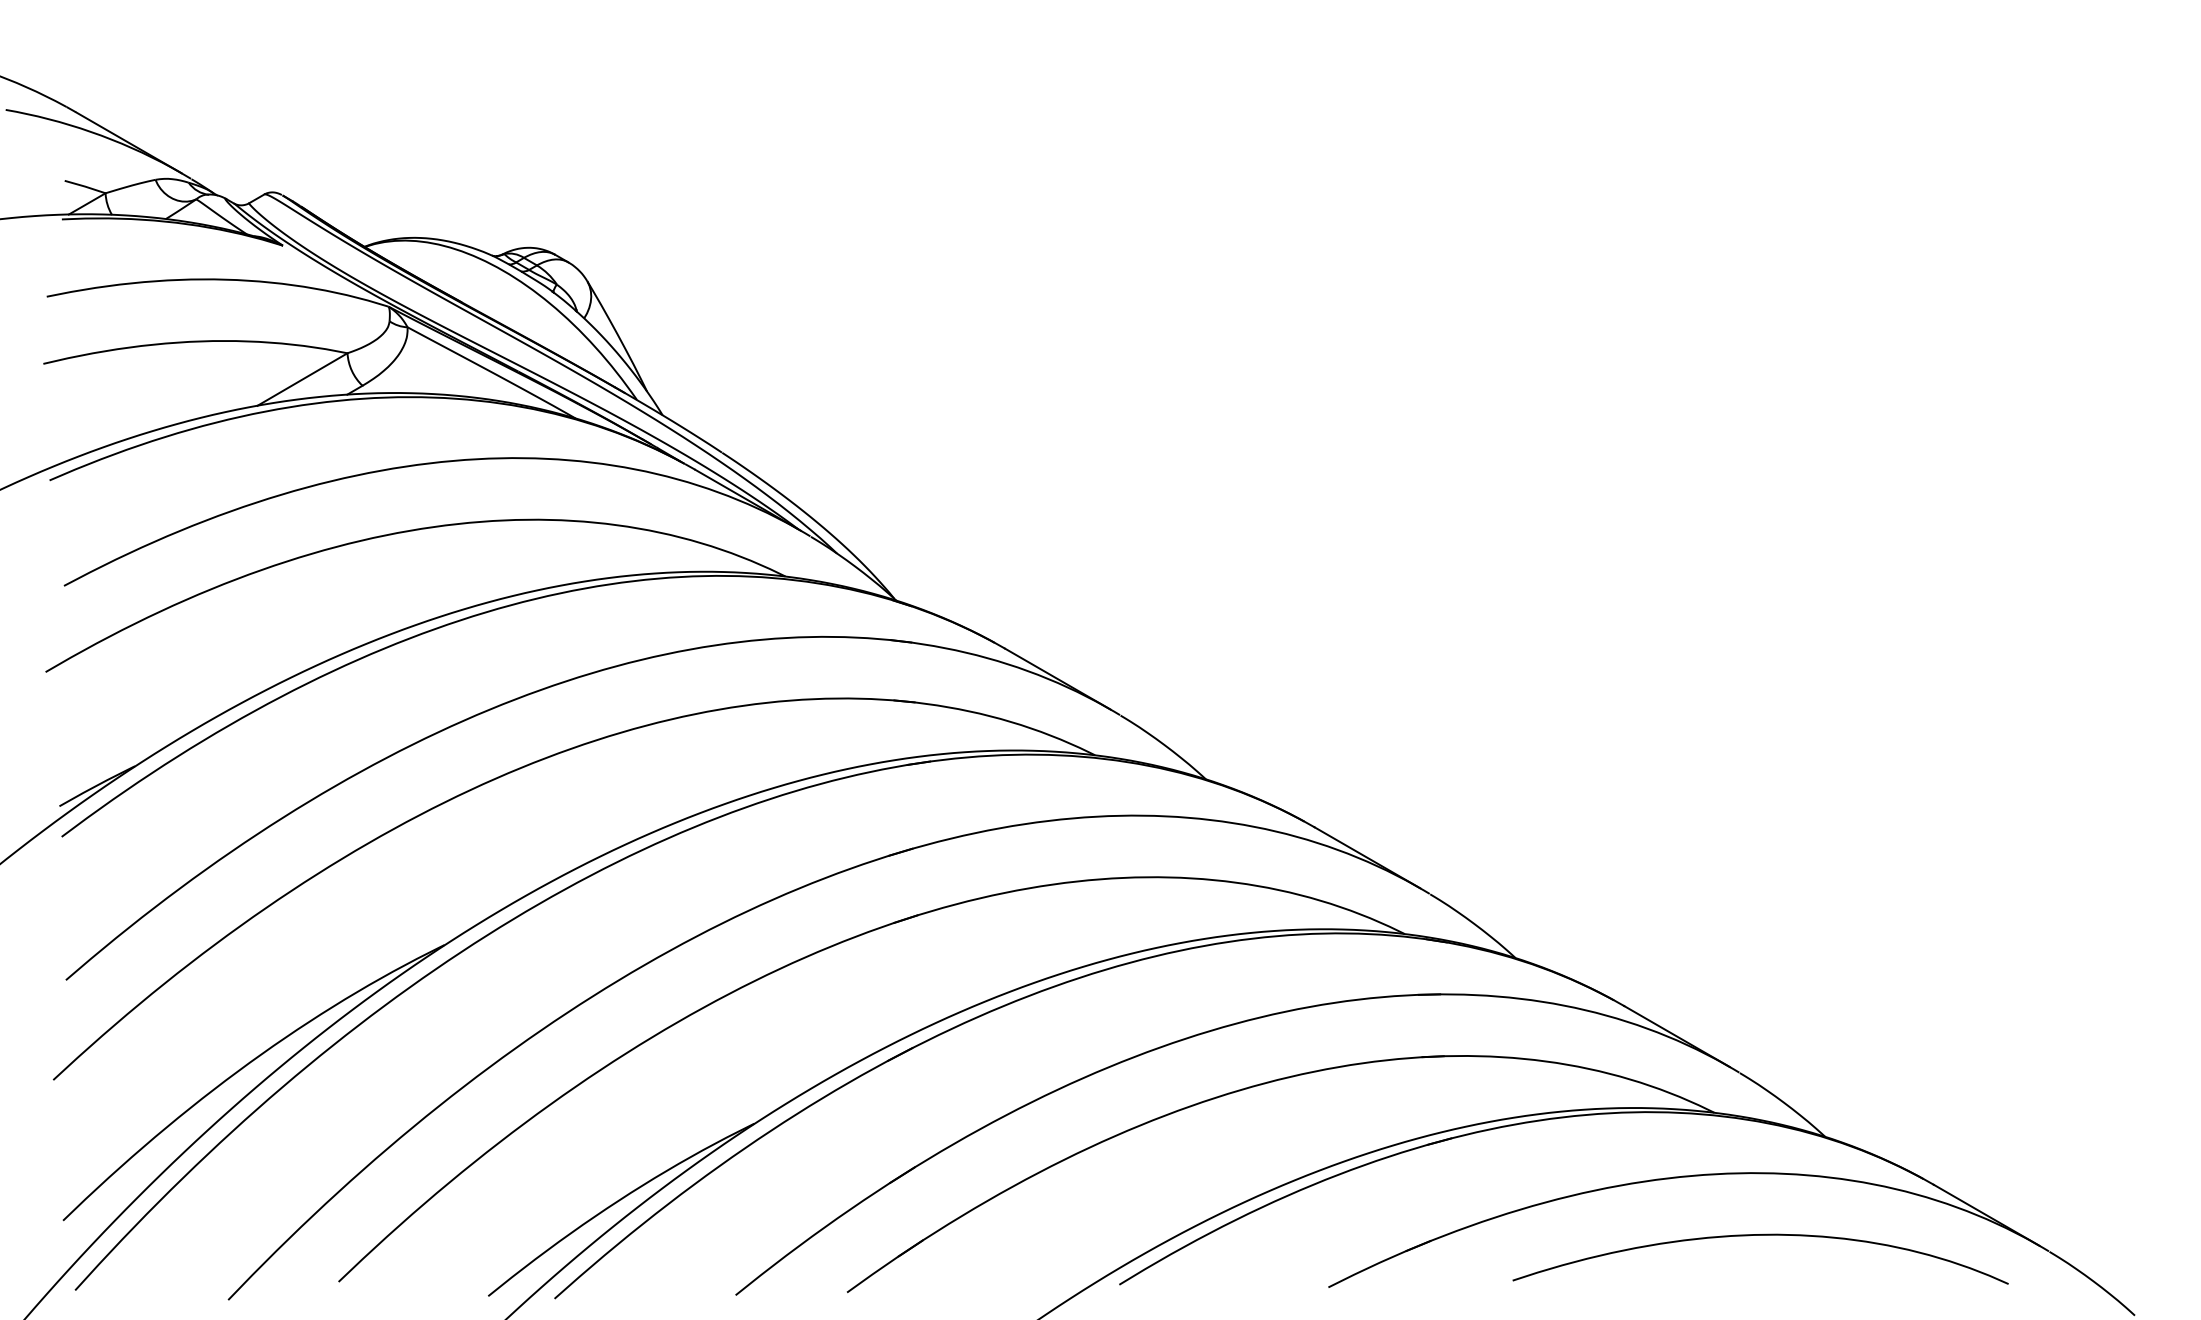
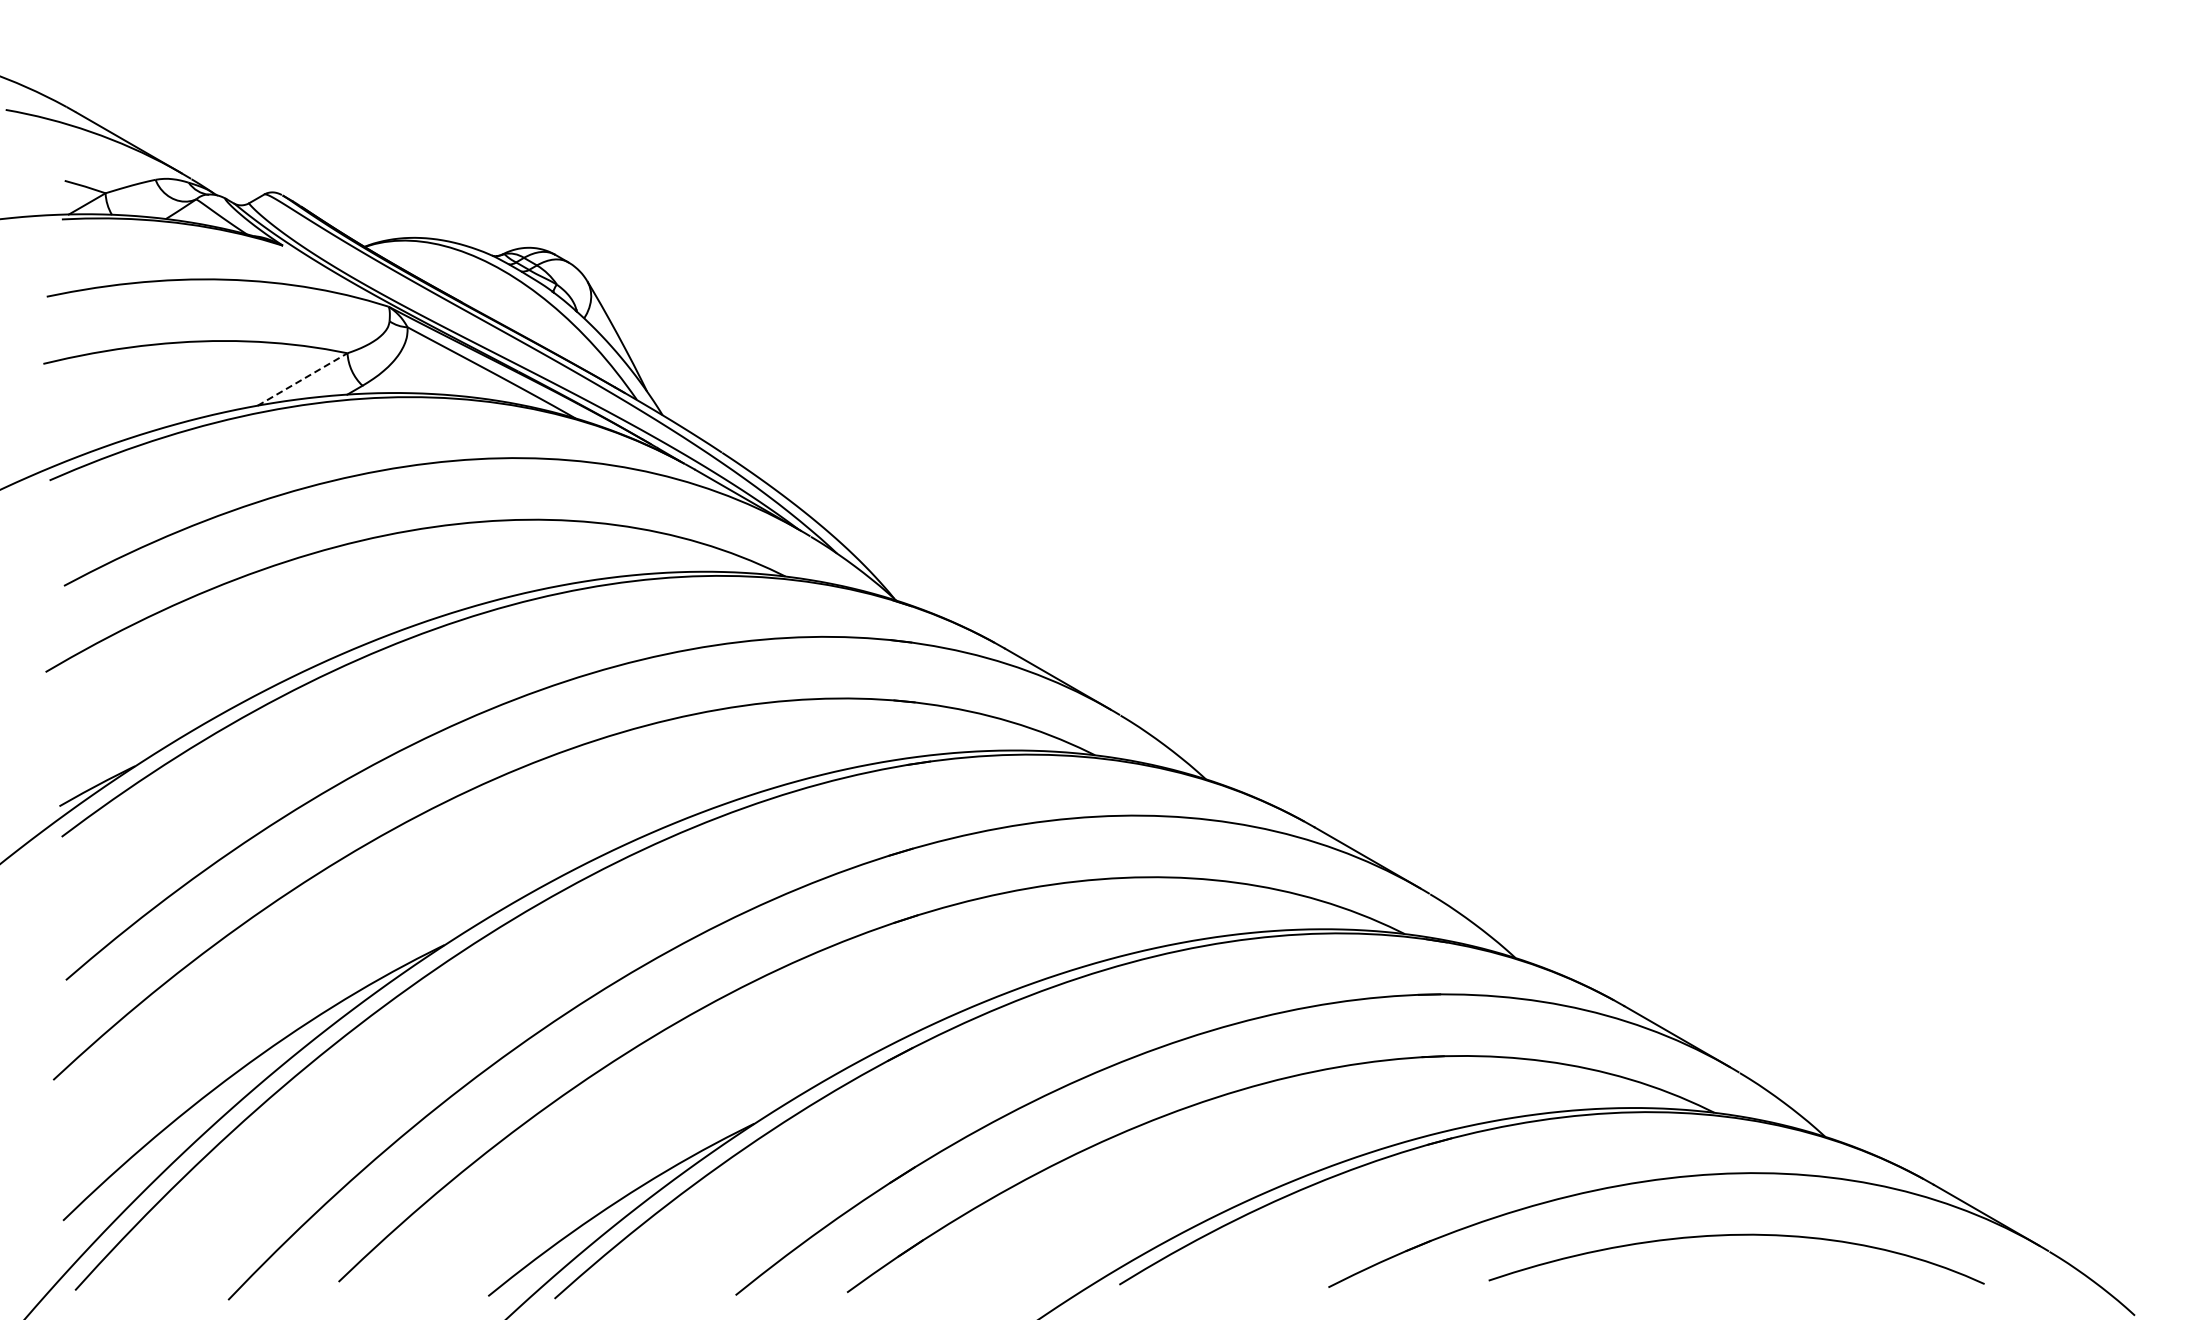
line at (302, 379): solid -> dashed
curve at (1760, 1235) position: (1760, 1235) -> (1736, 1235)
